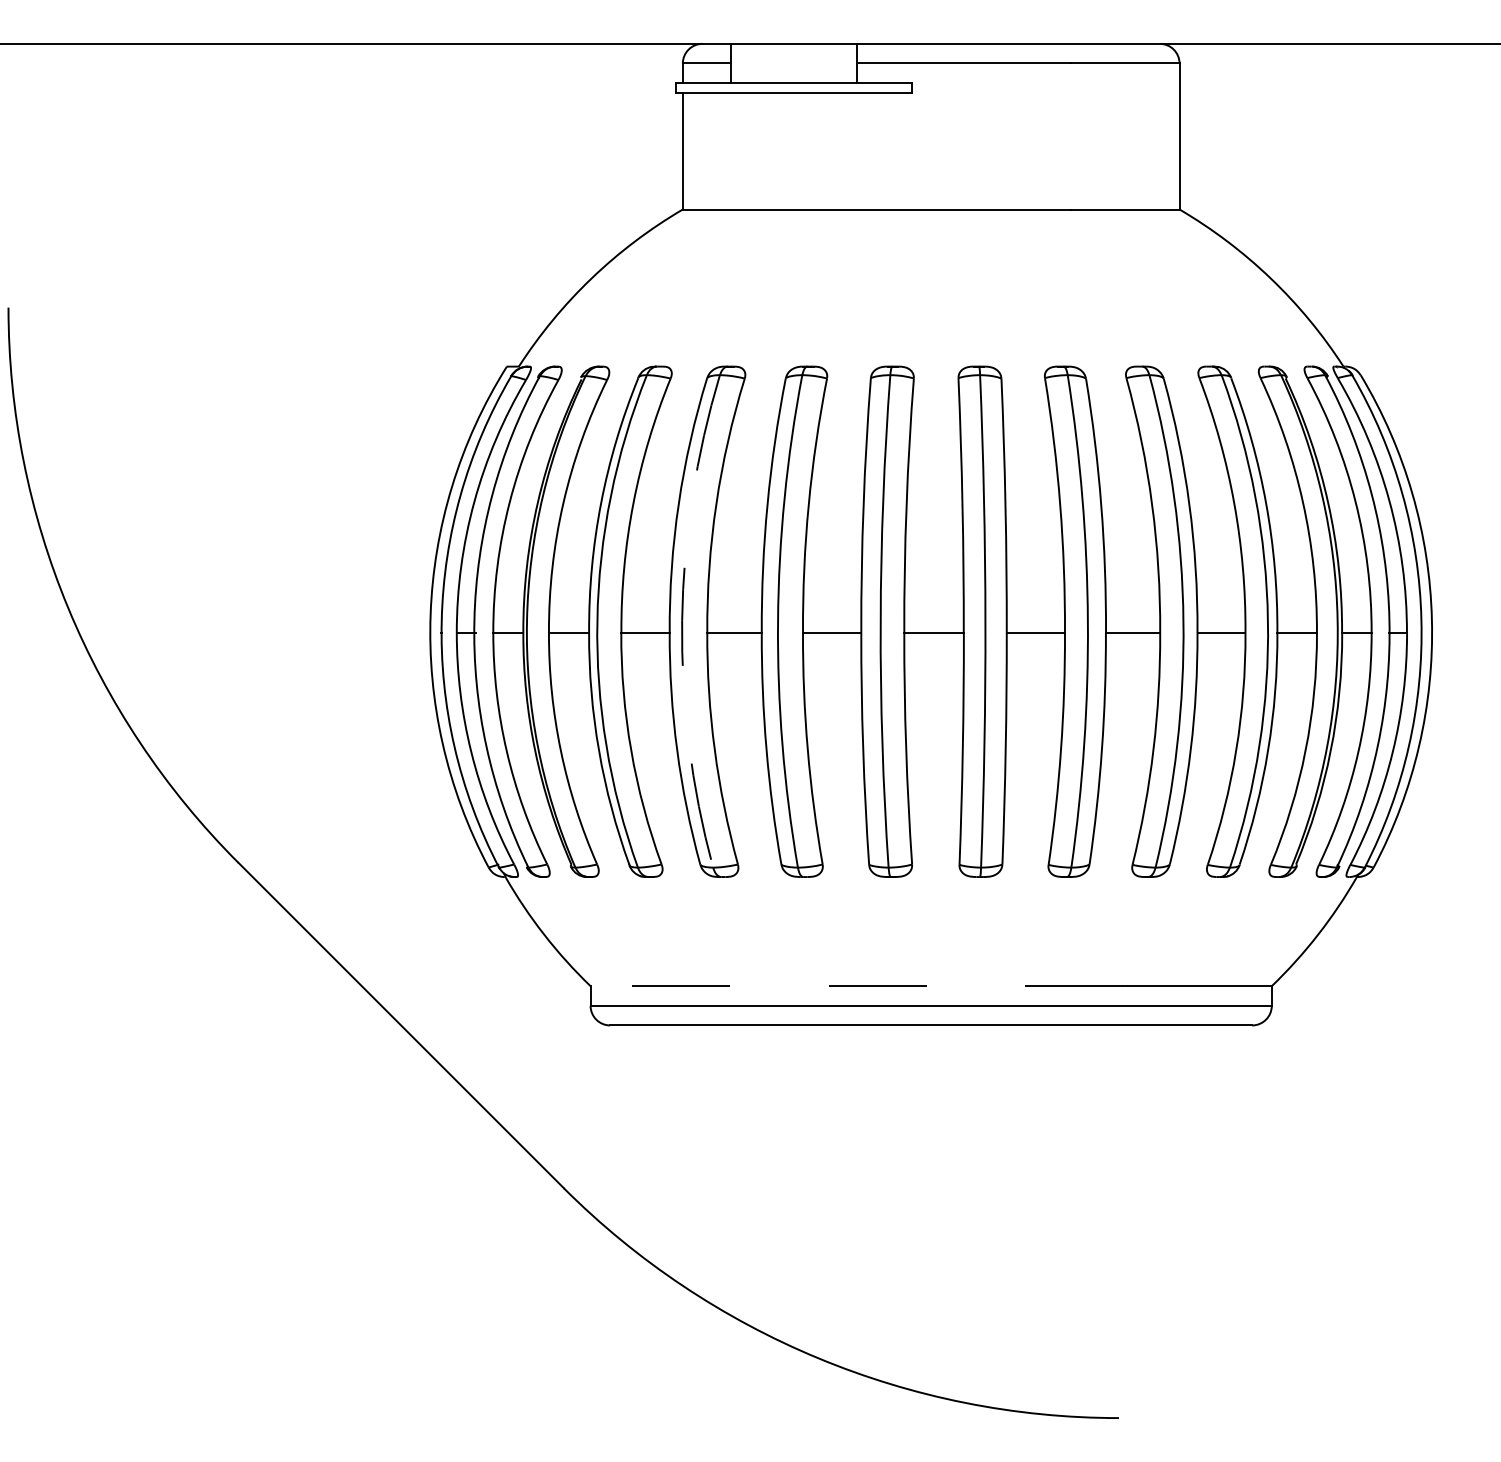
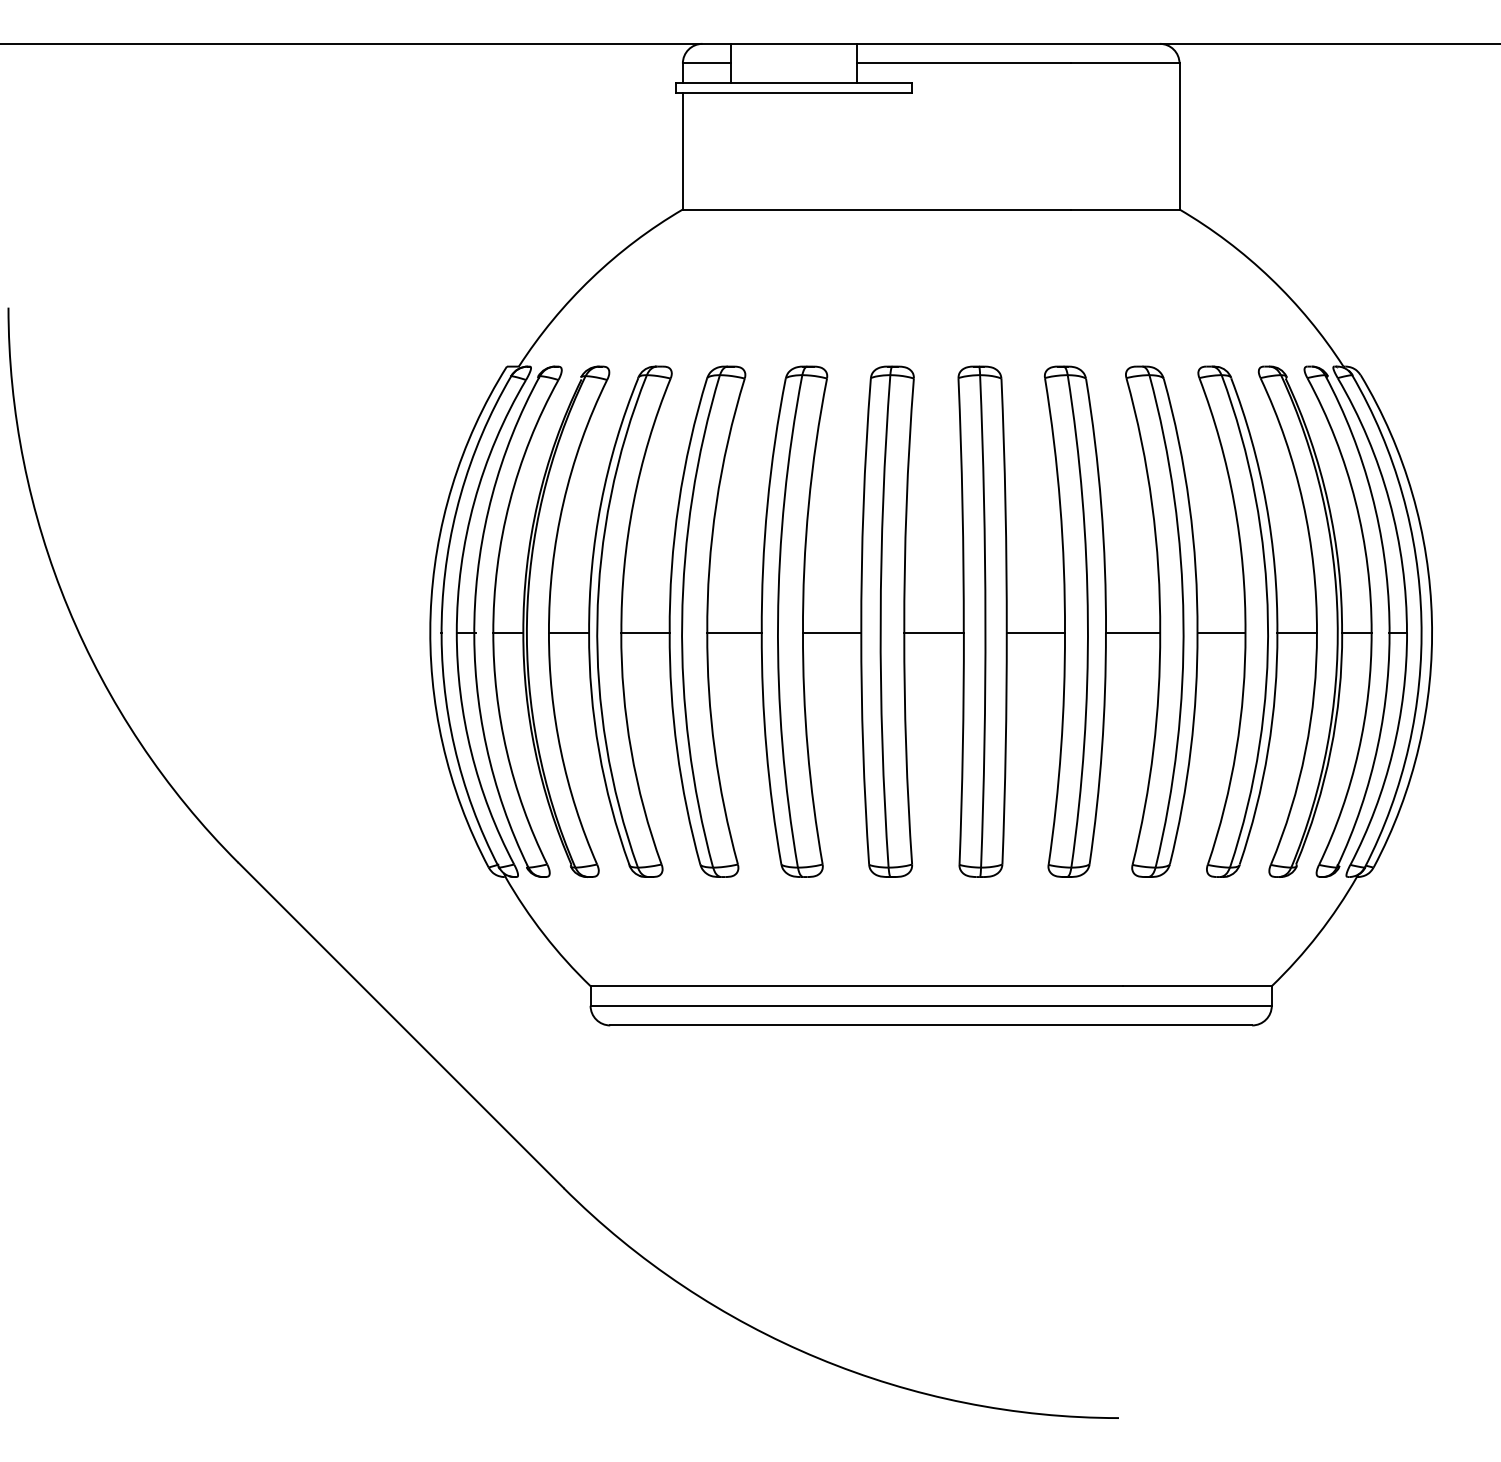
arc at (682, 620): dashed -> solid
line at (856, 986): dashed -> solid
